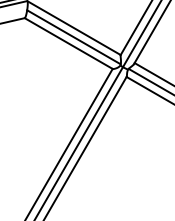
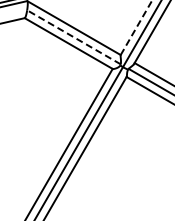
line at (136, 27): solid -> dashed
line at (73, 37): solid -> dashed
